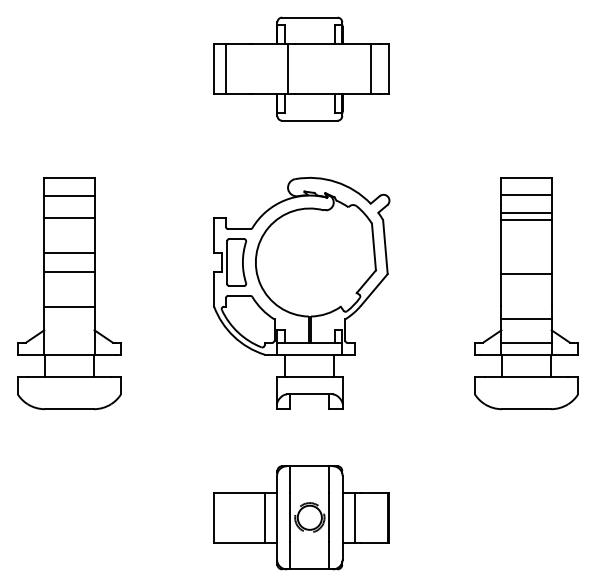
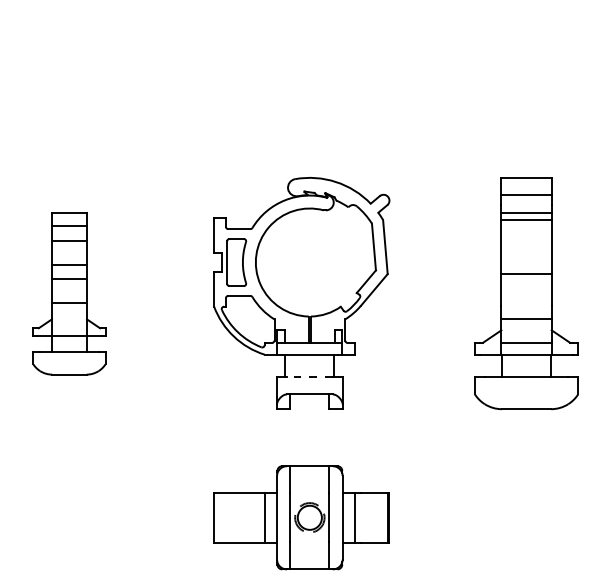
part at (301, 68): present -> none
part at (69, 293) size: 105x234 px -> 75x164 px
line at (309, 376): solid -> dashed
